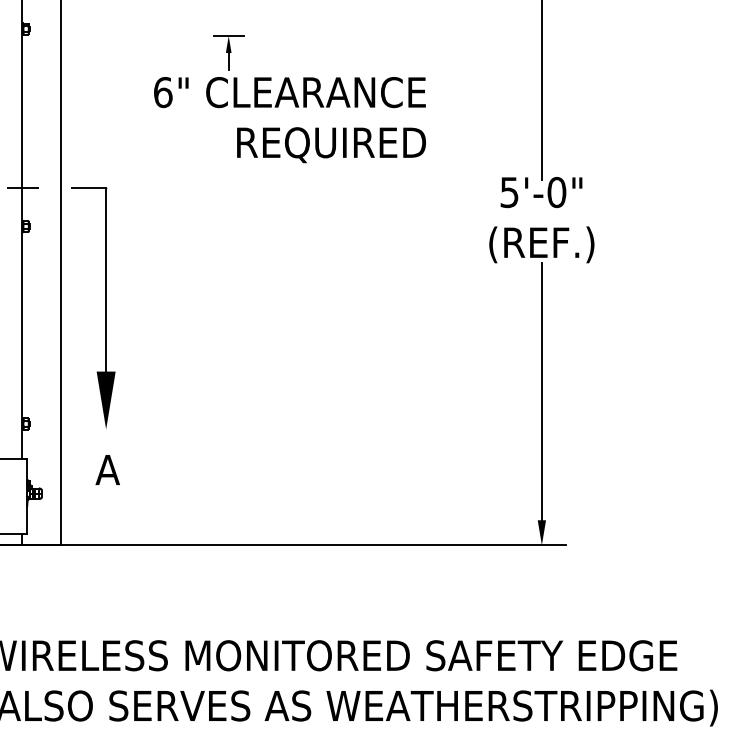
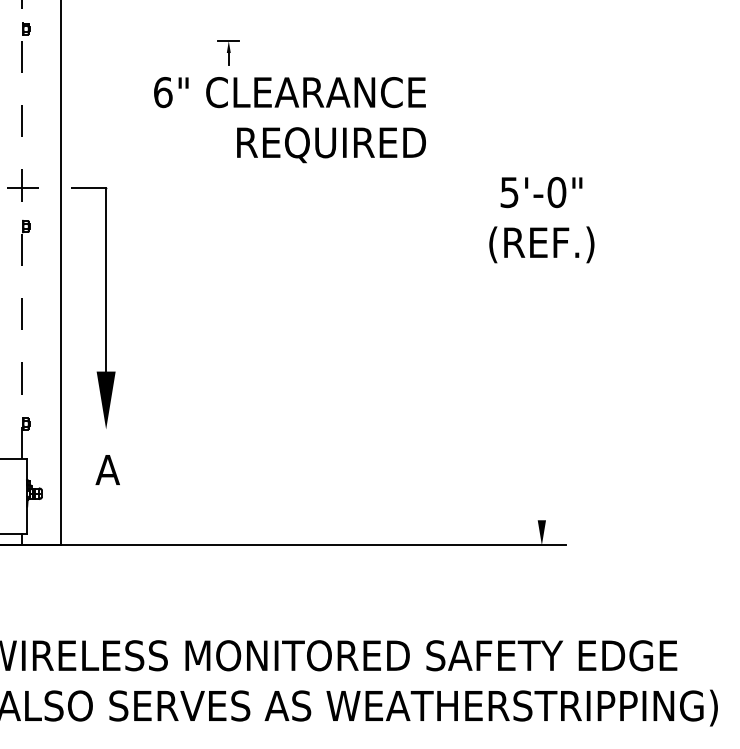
part at (228, 52) size: 32x36 px -> 23x26 px
line at (541, 90): present -> none
line at (22, 229): solid -> dashed
line at (541, 391): present -> none
